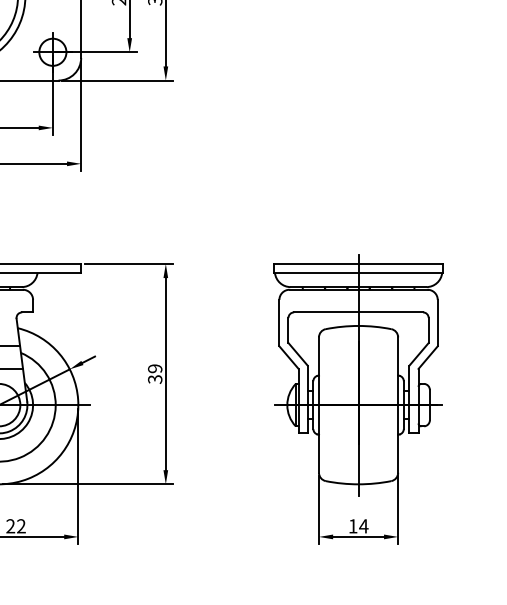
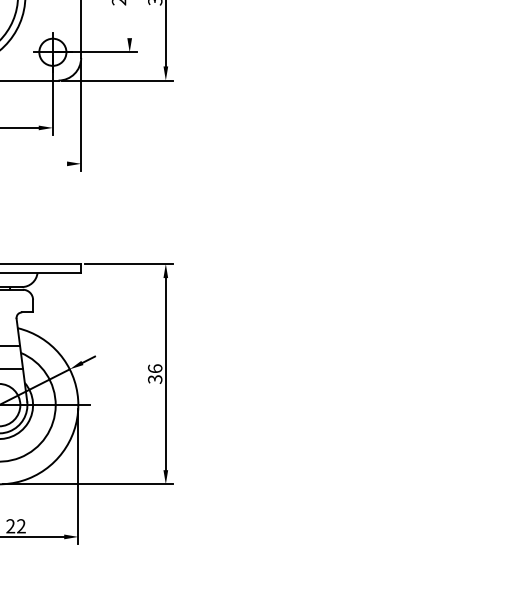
line at (129, 20): present -> none
line at (34, 163): present -> none
text at (155, 368): 39 -> 36
part at (358, 399): present -> none
